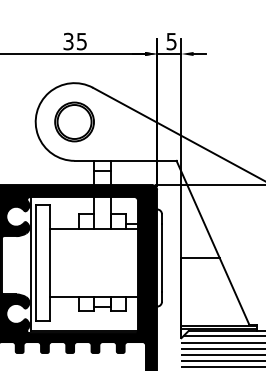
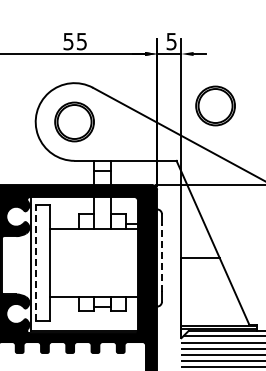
text at (68, 40): 35 -> 55
part at (215, 105): none -> present
line at (162, 257): solid -> dashed
line at (35, 262): solid -> dashed
